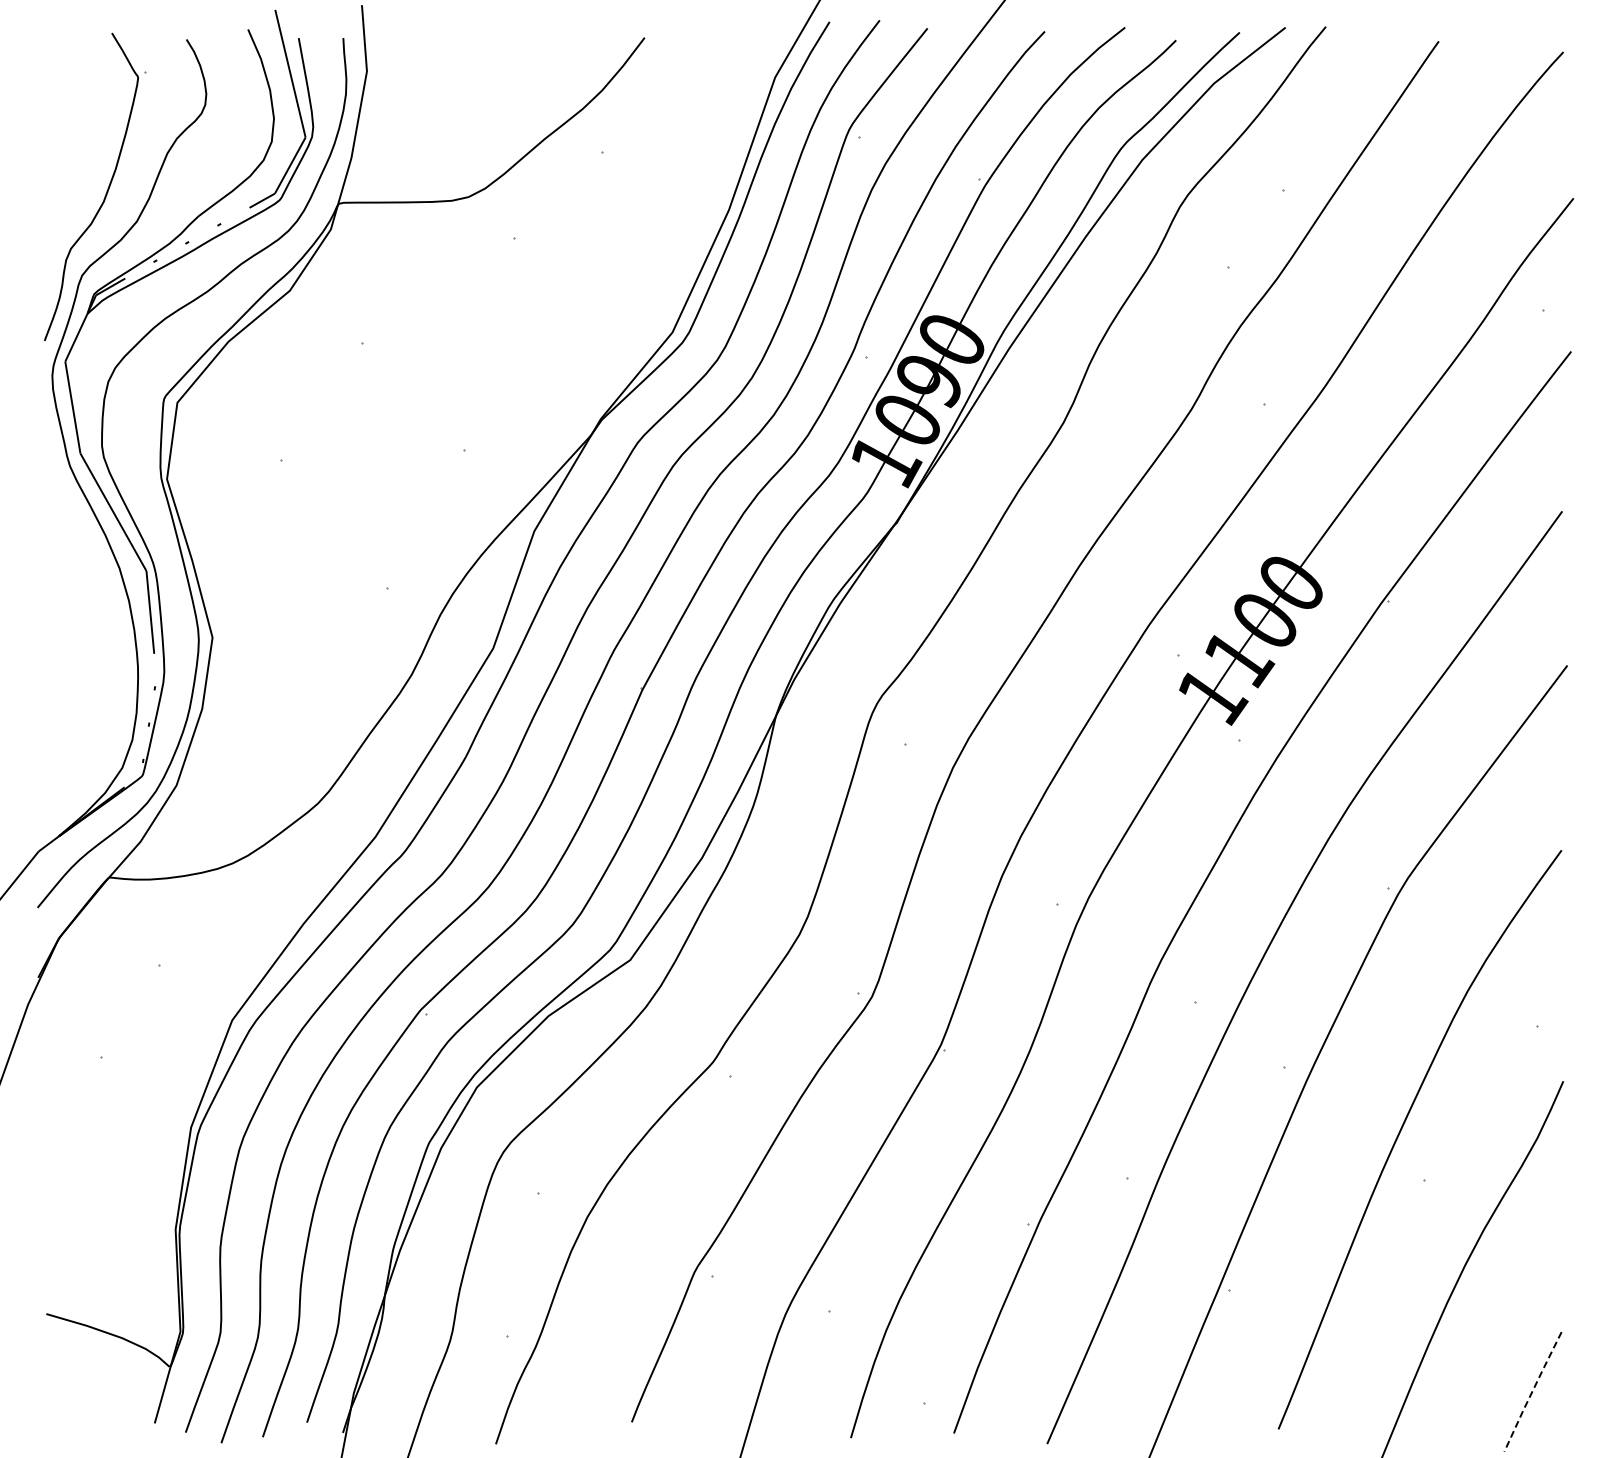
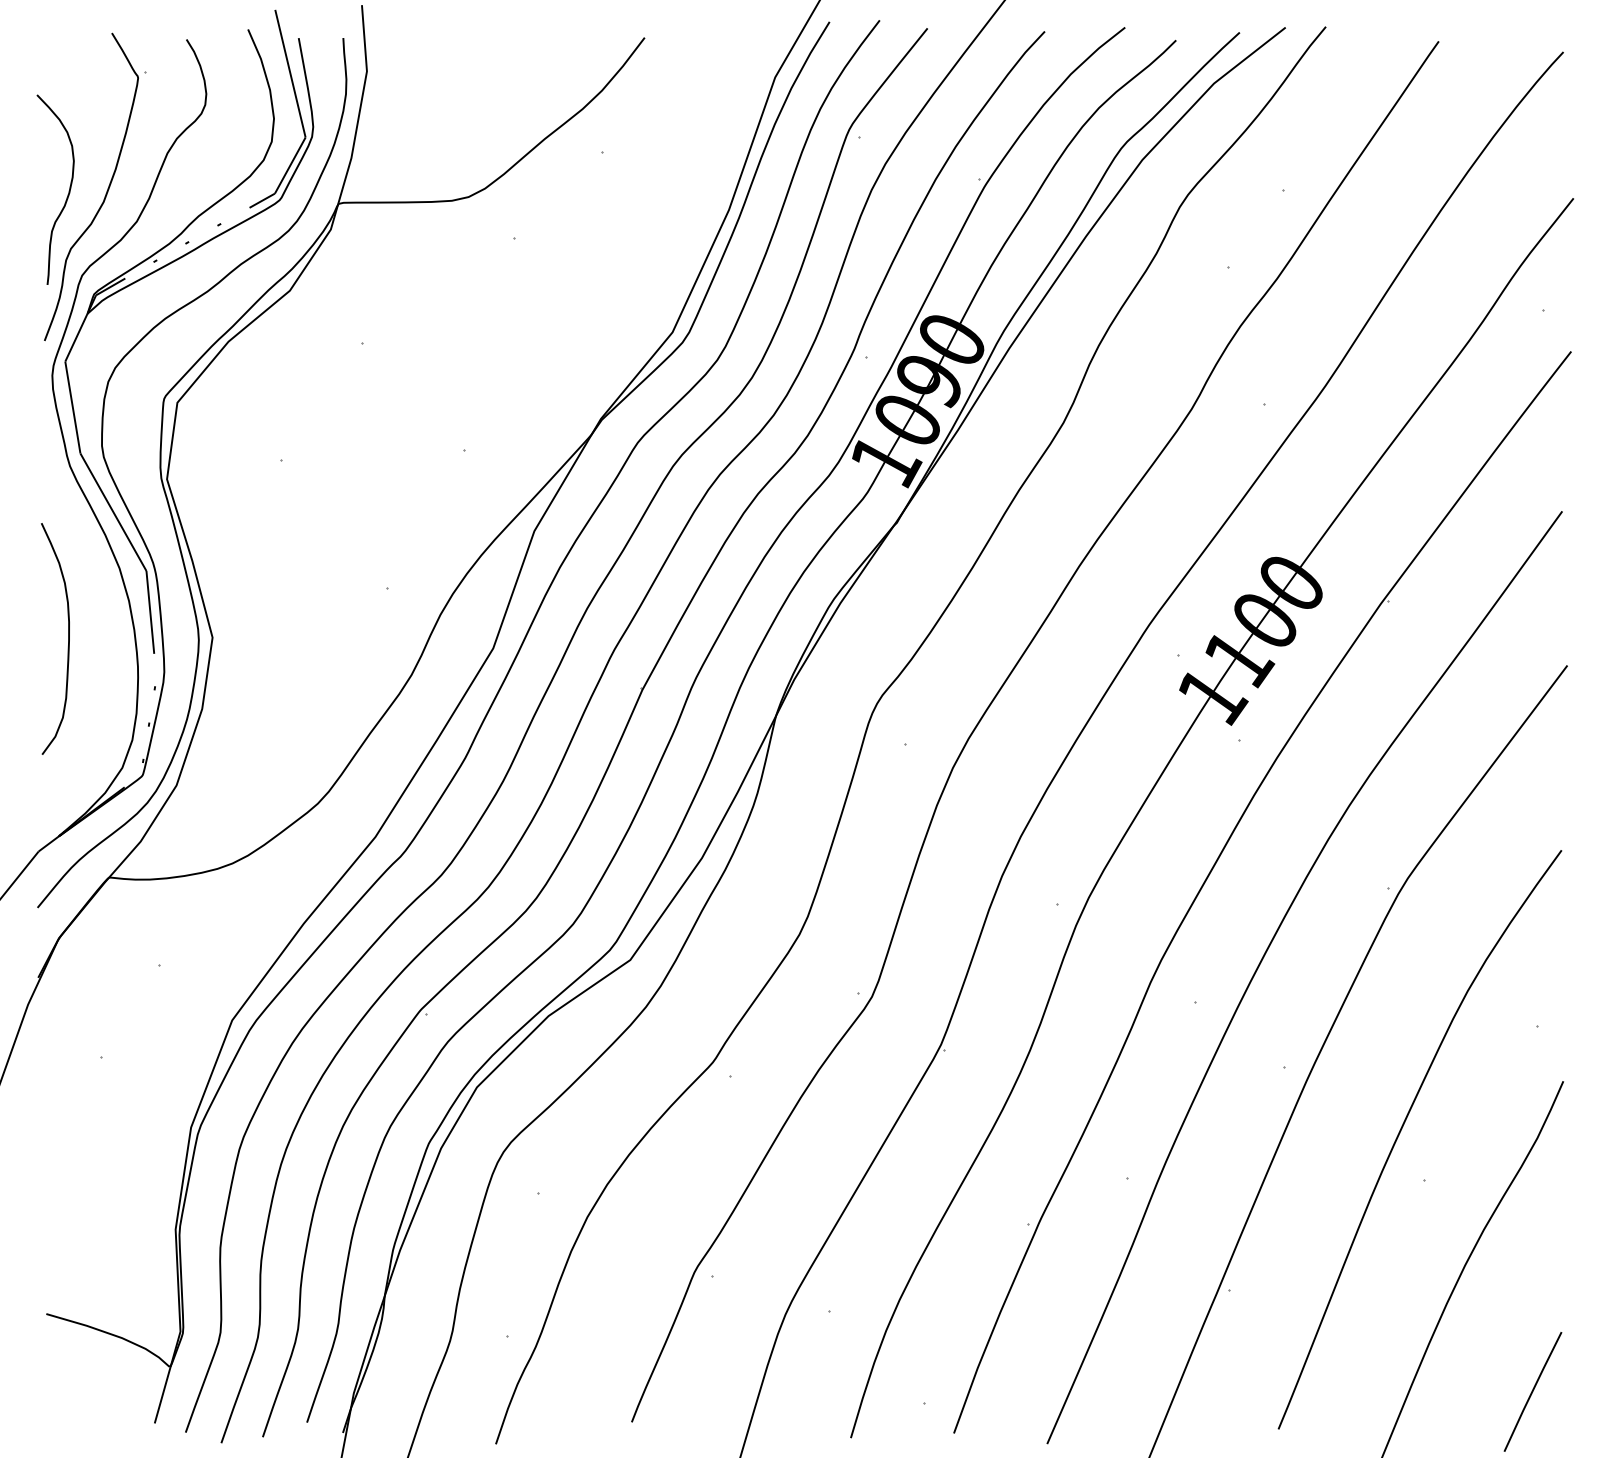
curve at (67, 194): none -> present
curve at (68, 638): none -> present
line at (1532, 1391): dashed -> solid
